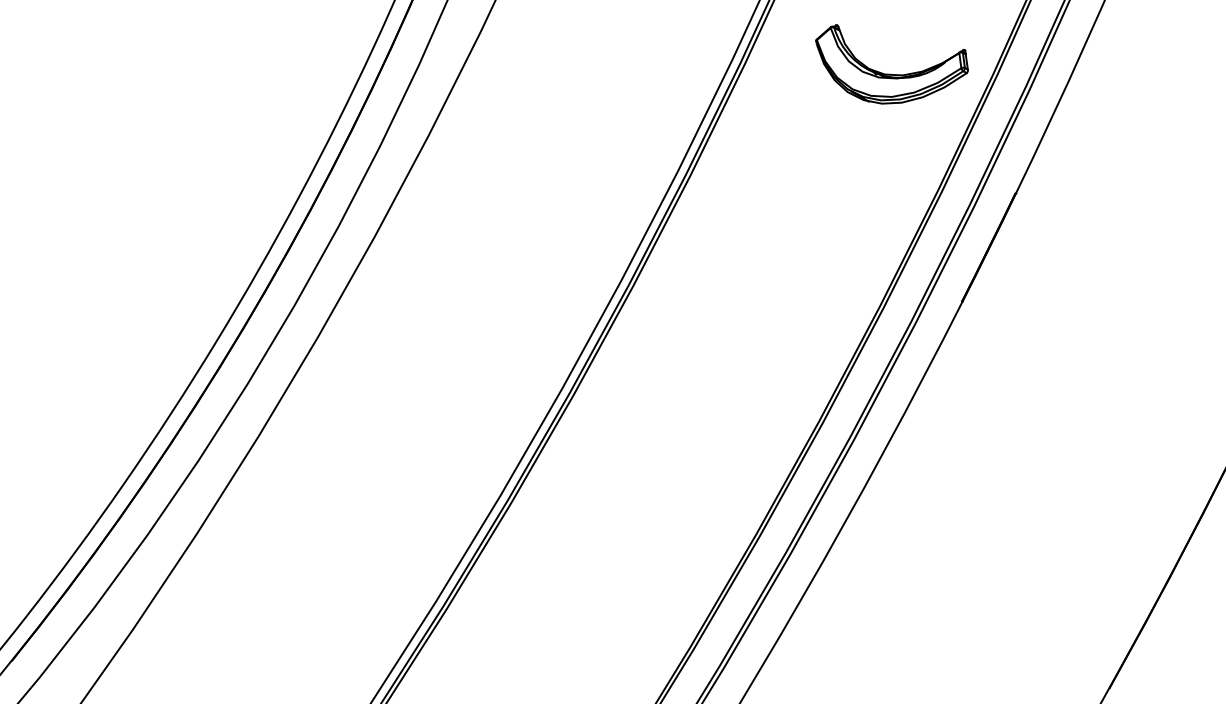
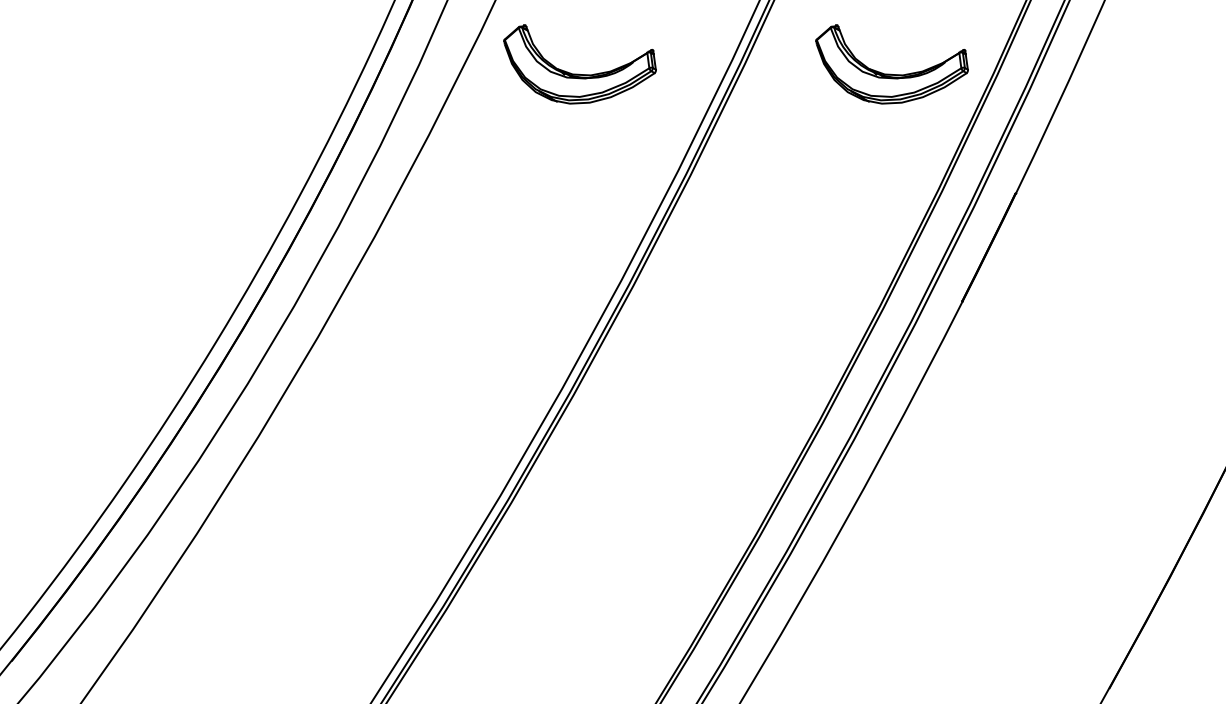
part at (578, 73): none -> present
